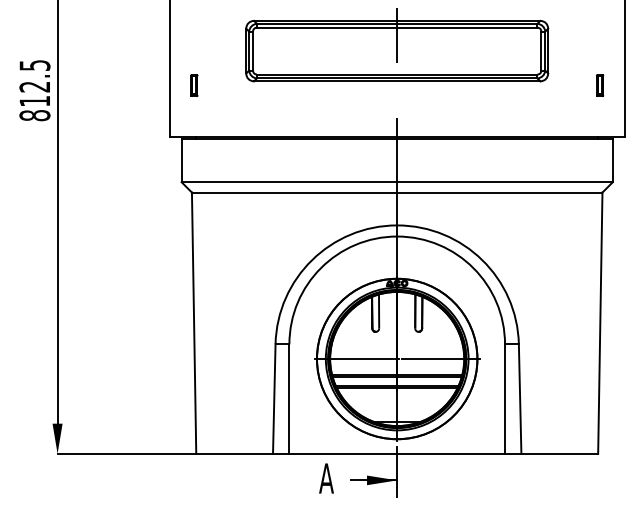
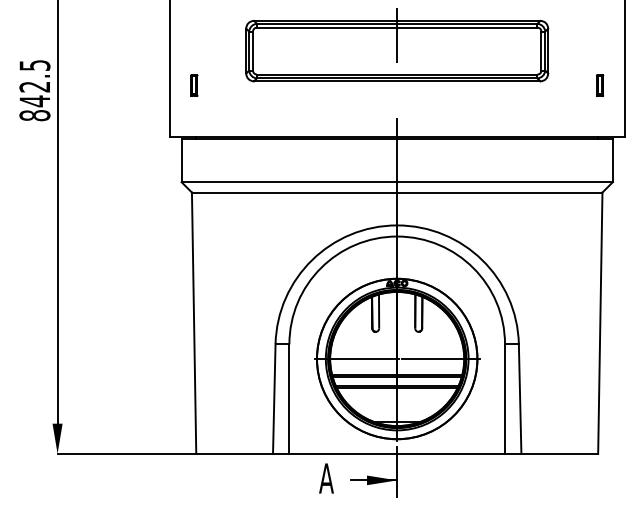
text at (34, 101): 812.5 -> 842.5
